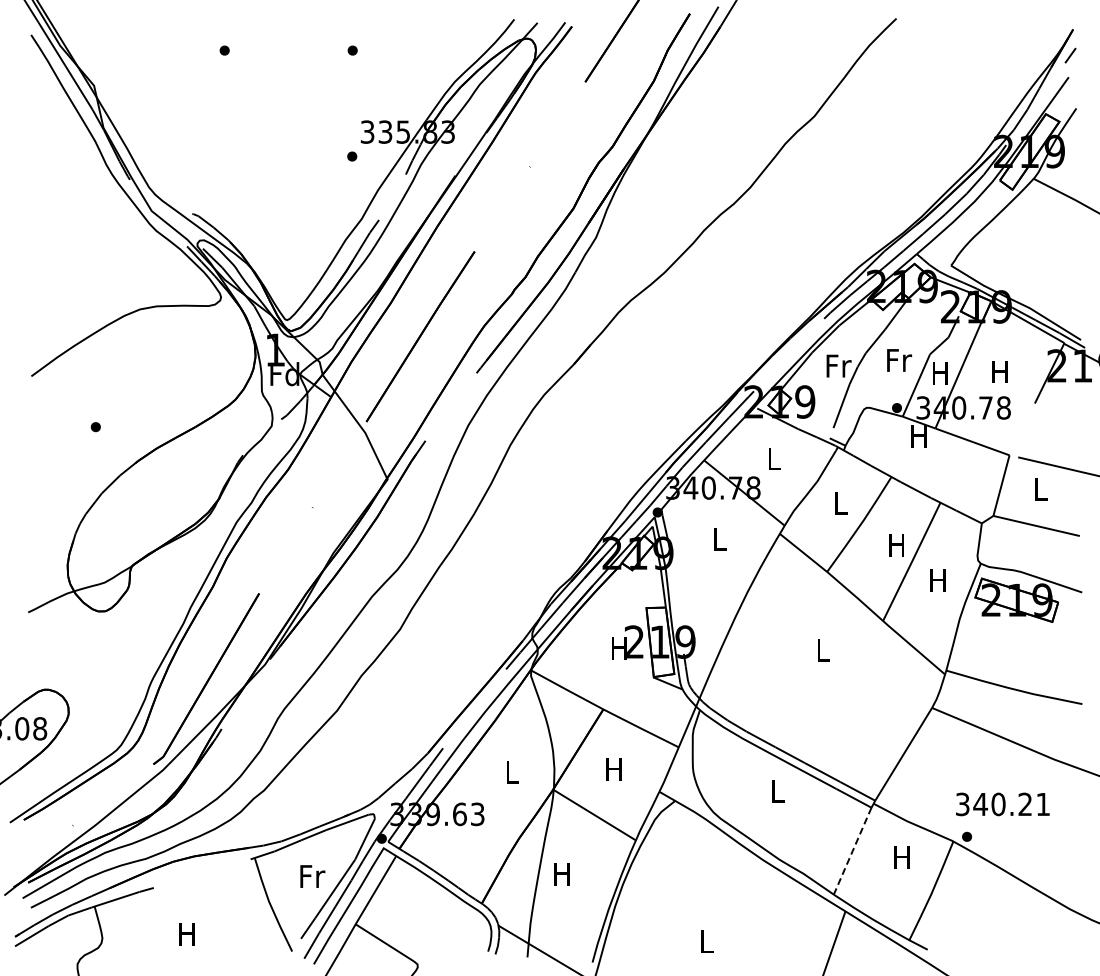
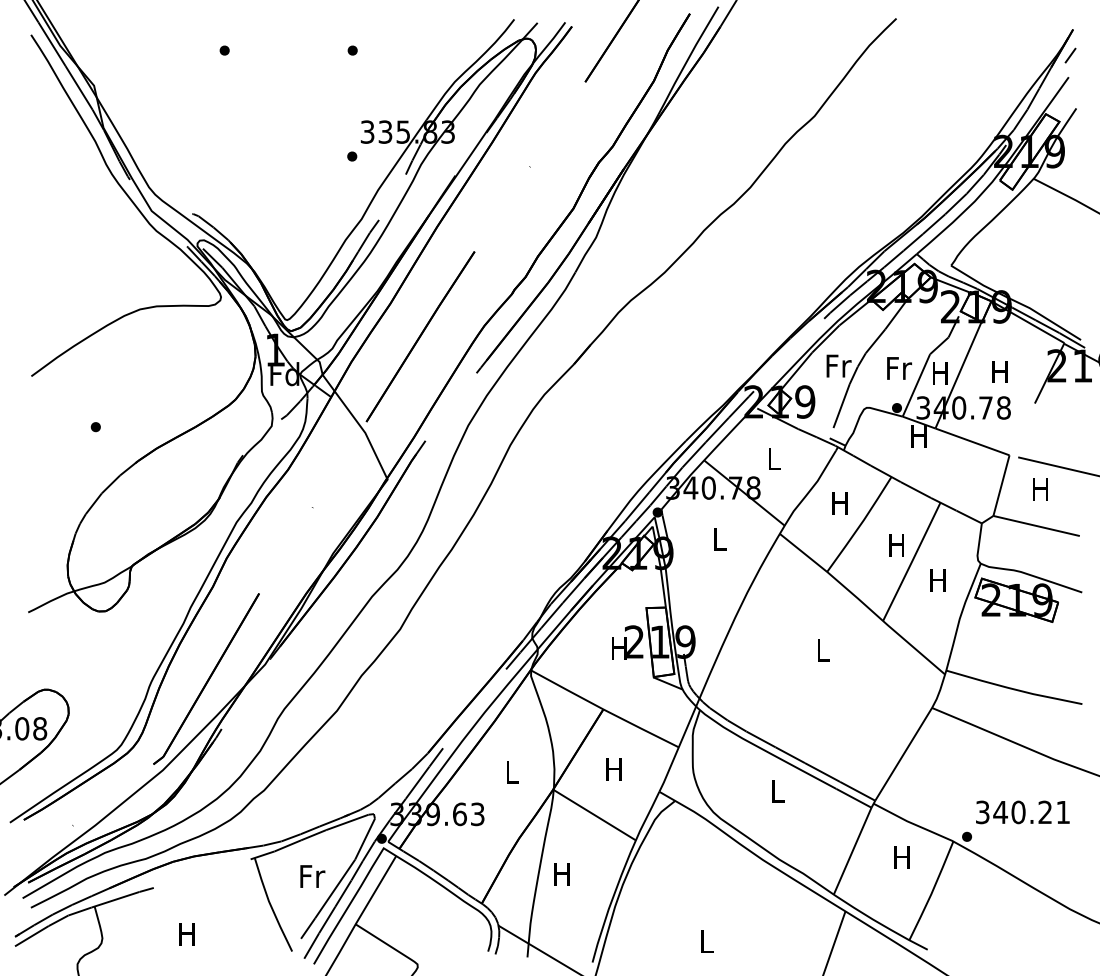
text at (899, 360) position: (899, 360) -> (899, 368)
text at (1040, 489): L -> H
text at (839, 503): L -> H
text at (1002, 804) position: (1002, 804) -> (1022, 812)
line at (852, 851): dashed -> solid
